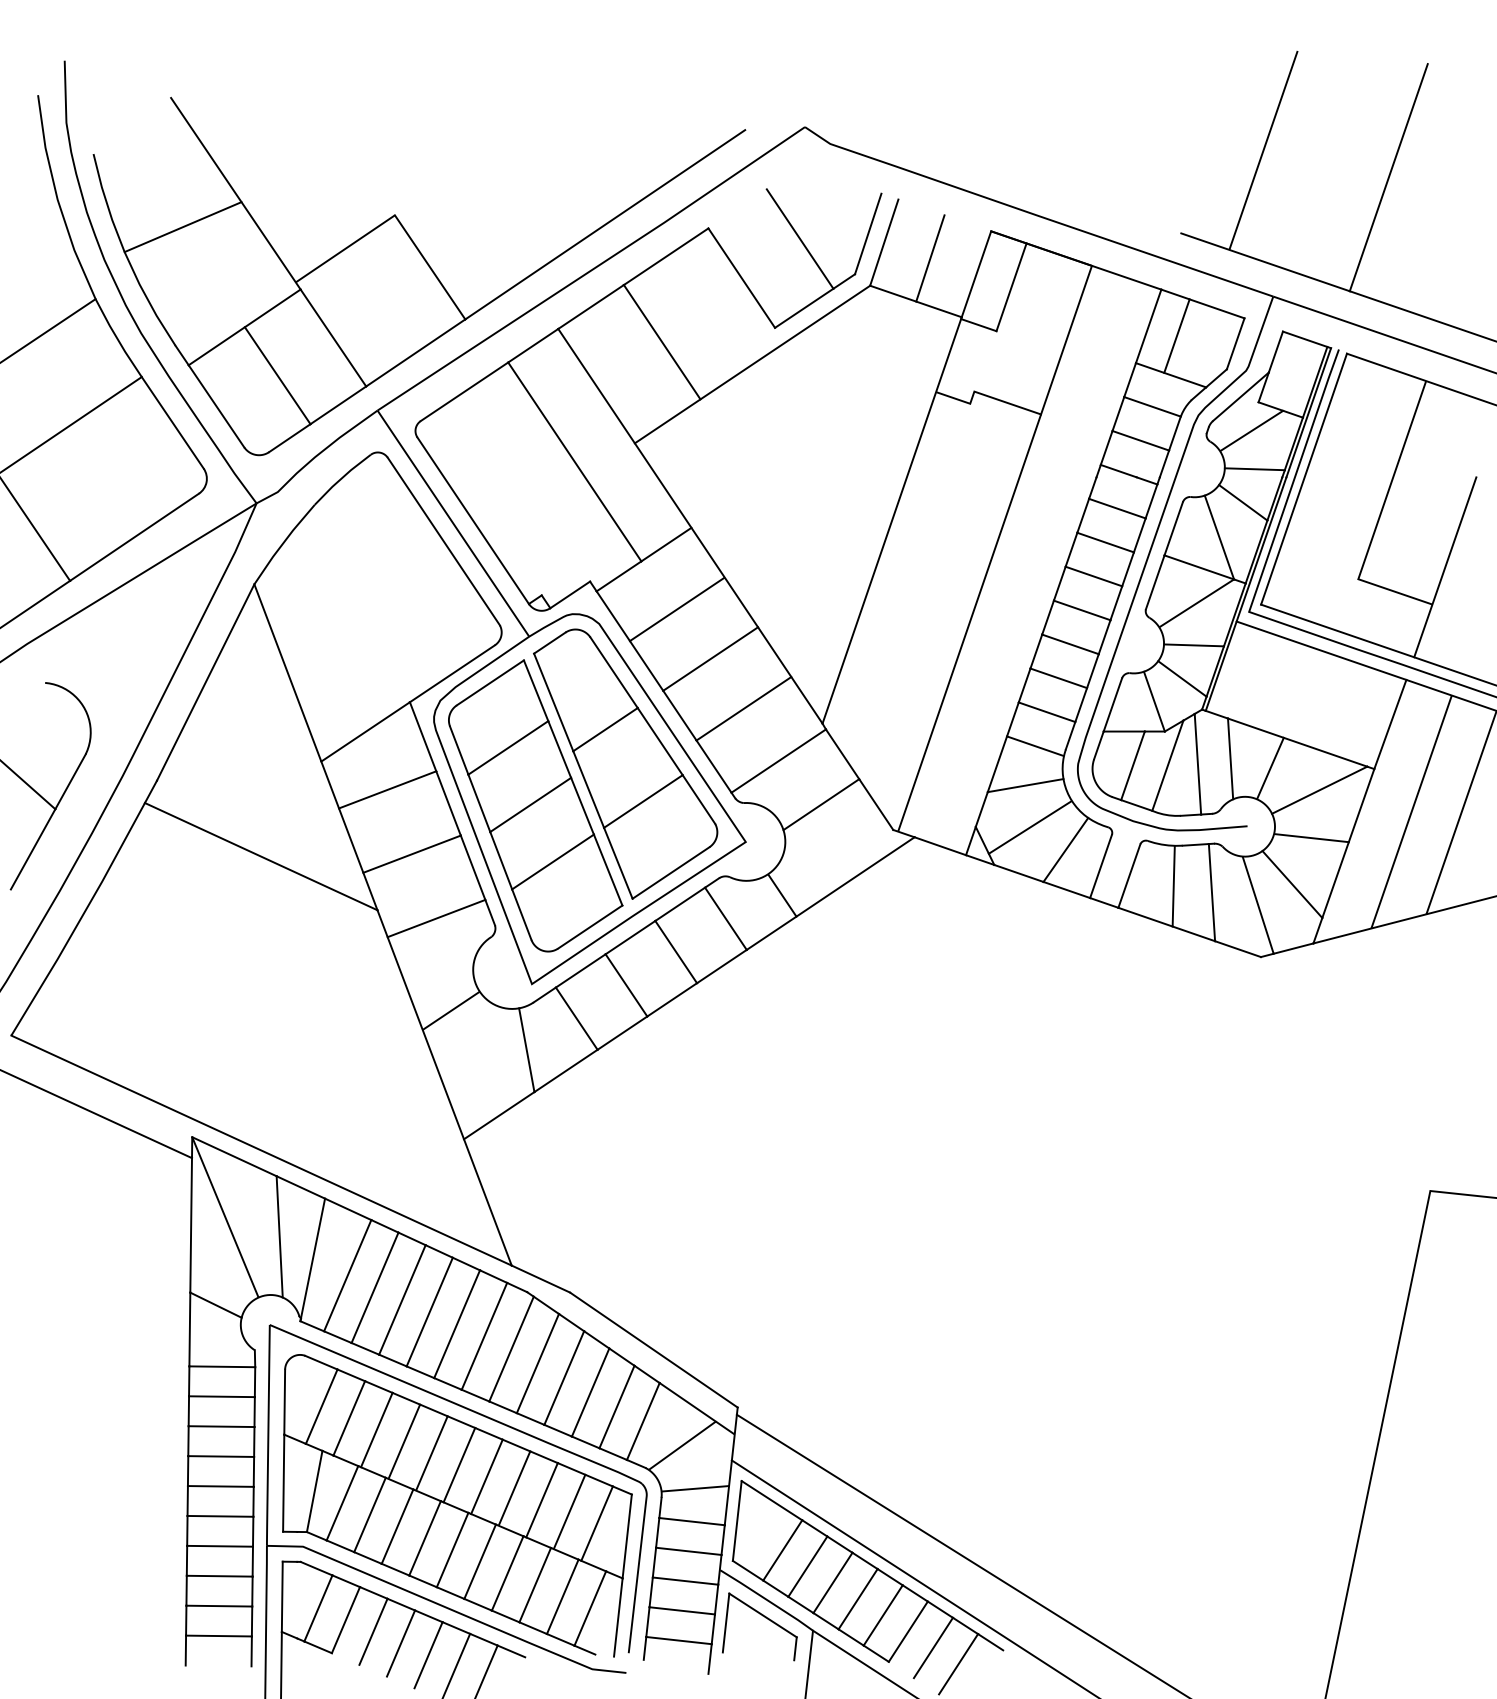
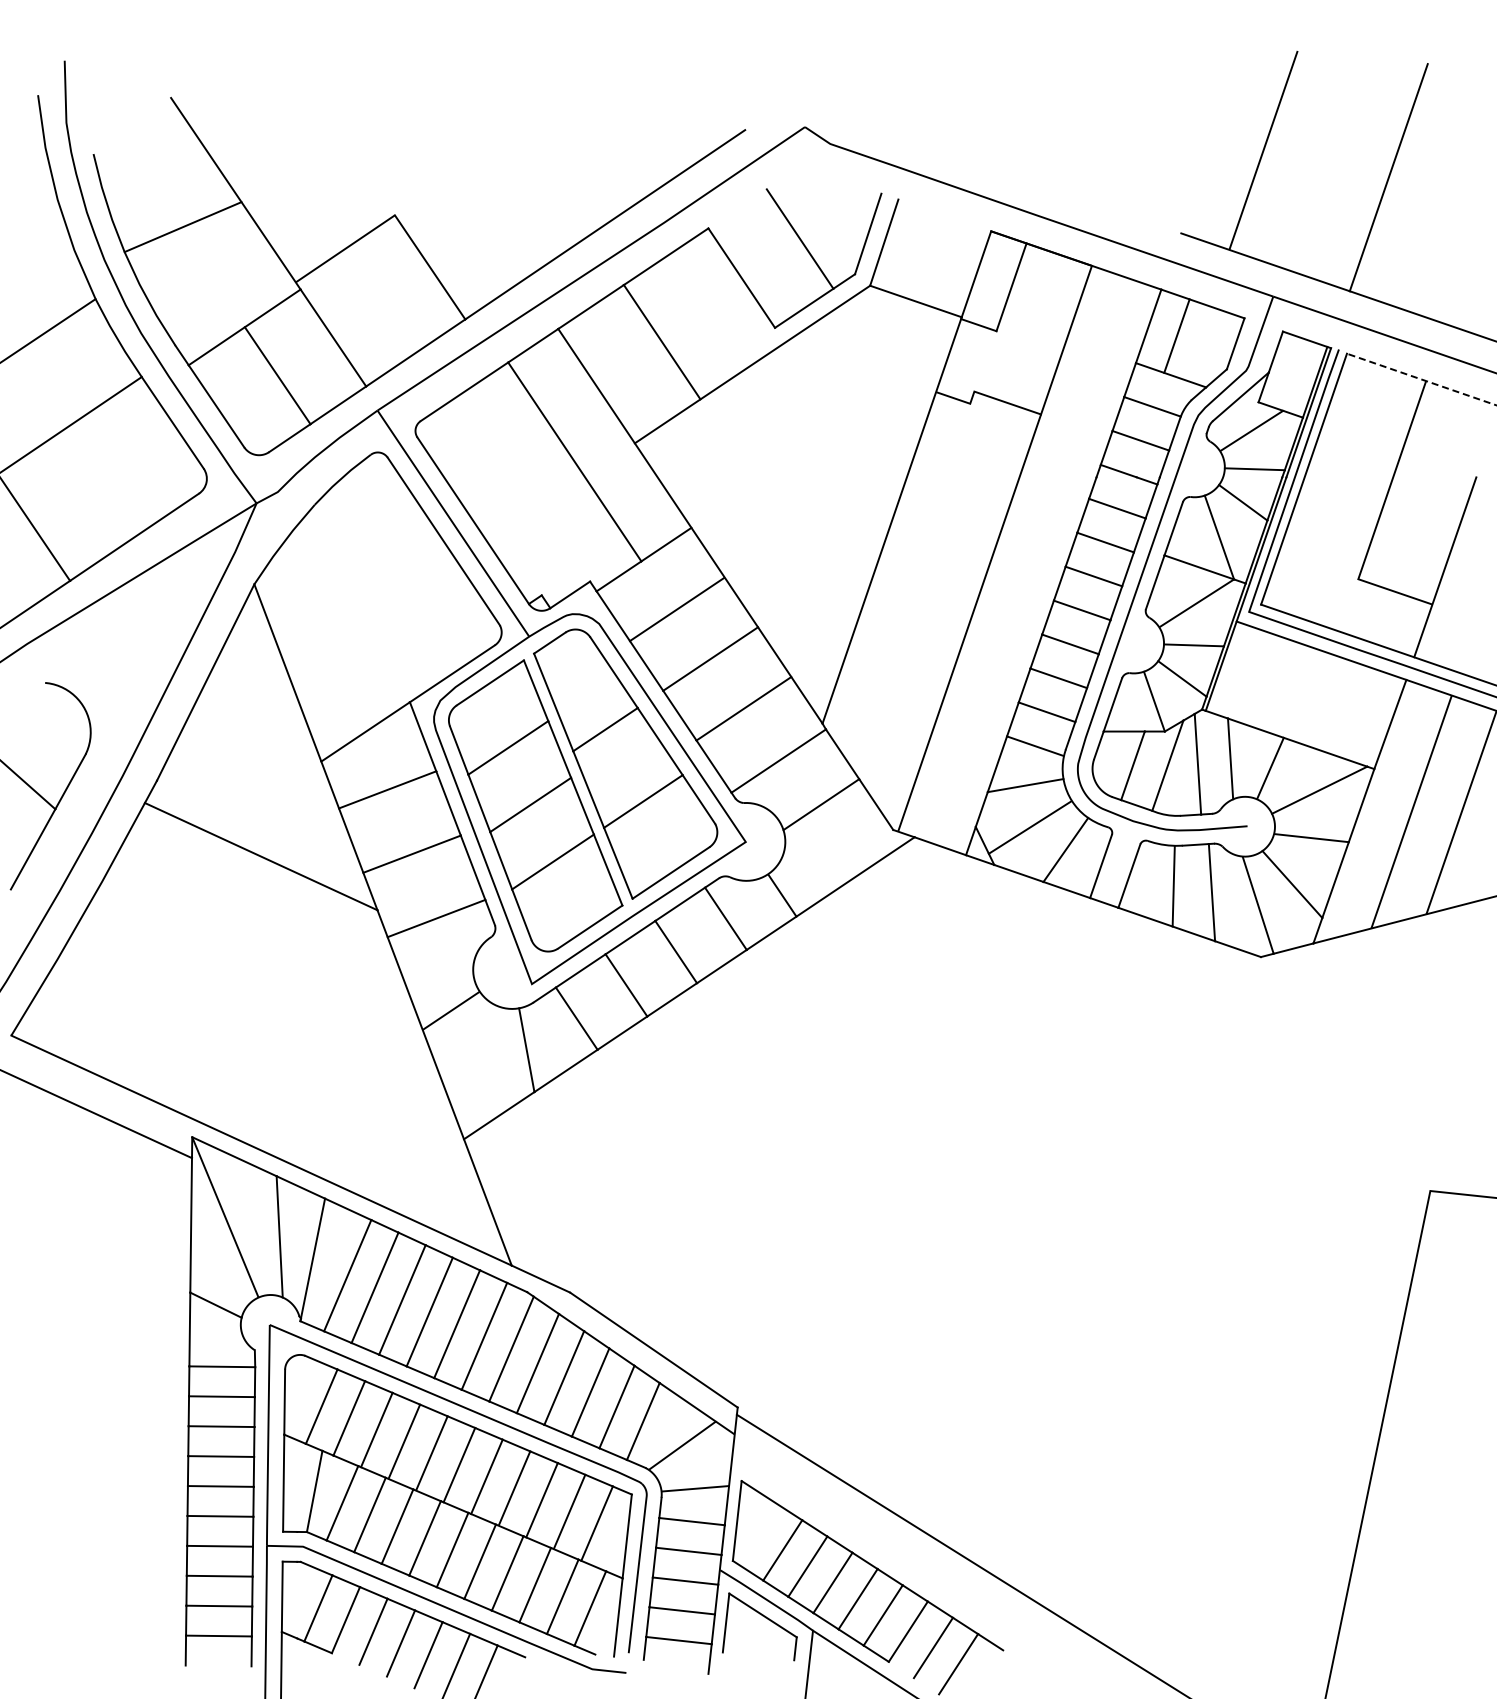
line at (930, 258): present -> none
line at (1421, 379): solid -> dashed
line at (913, 1577): present -> none
